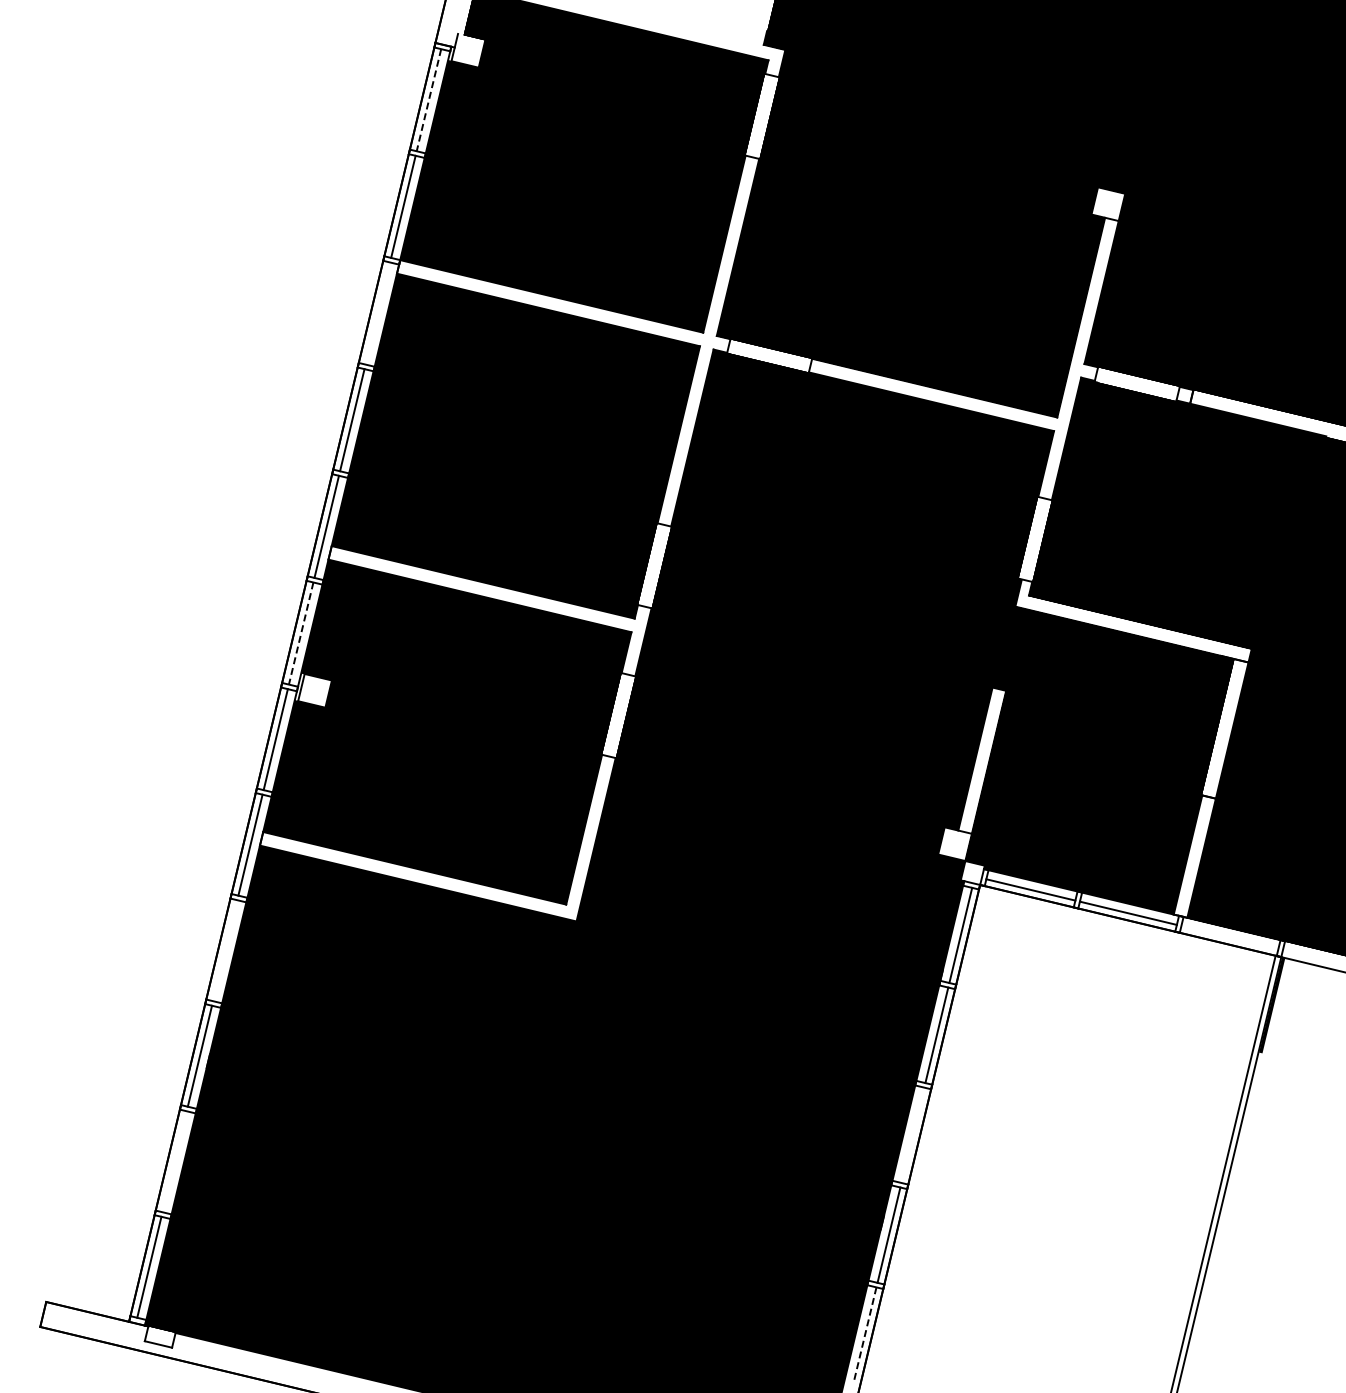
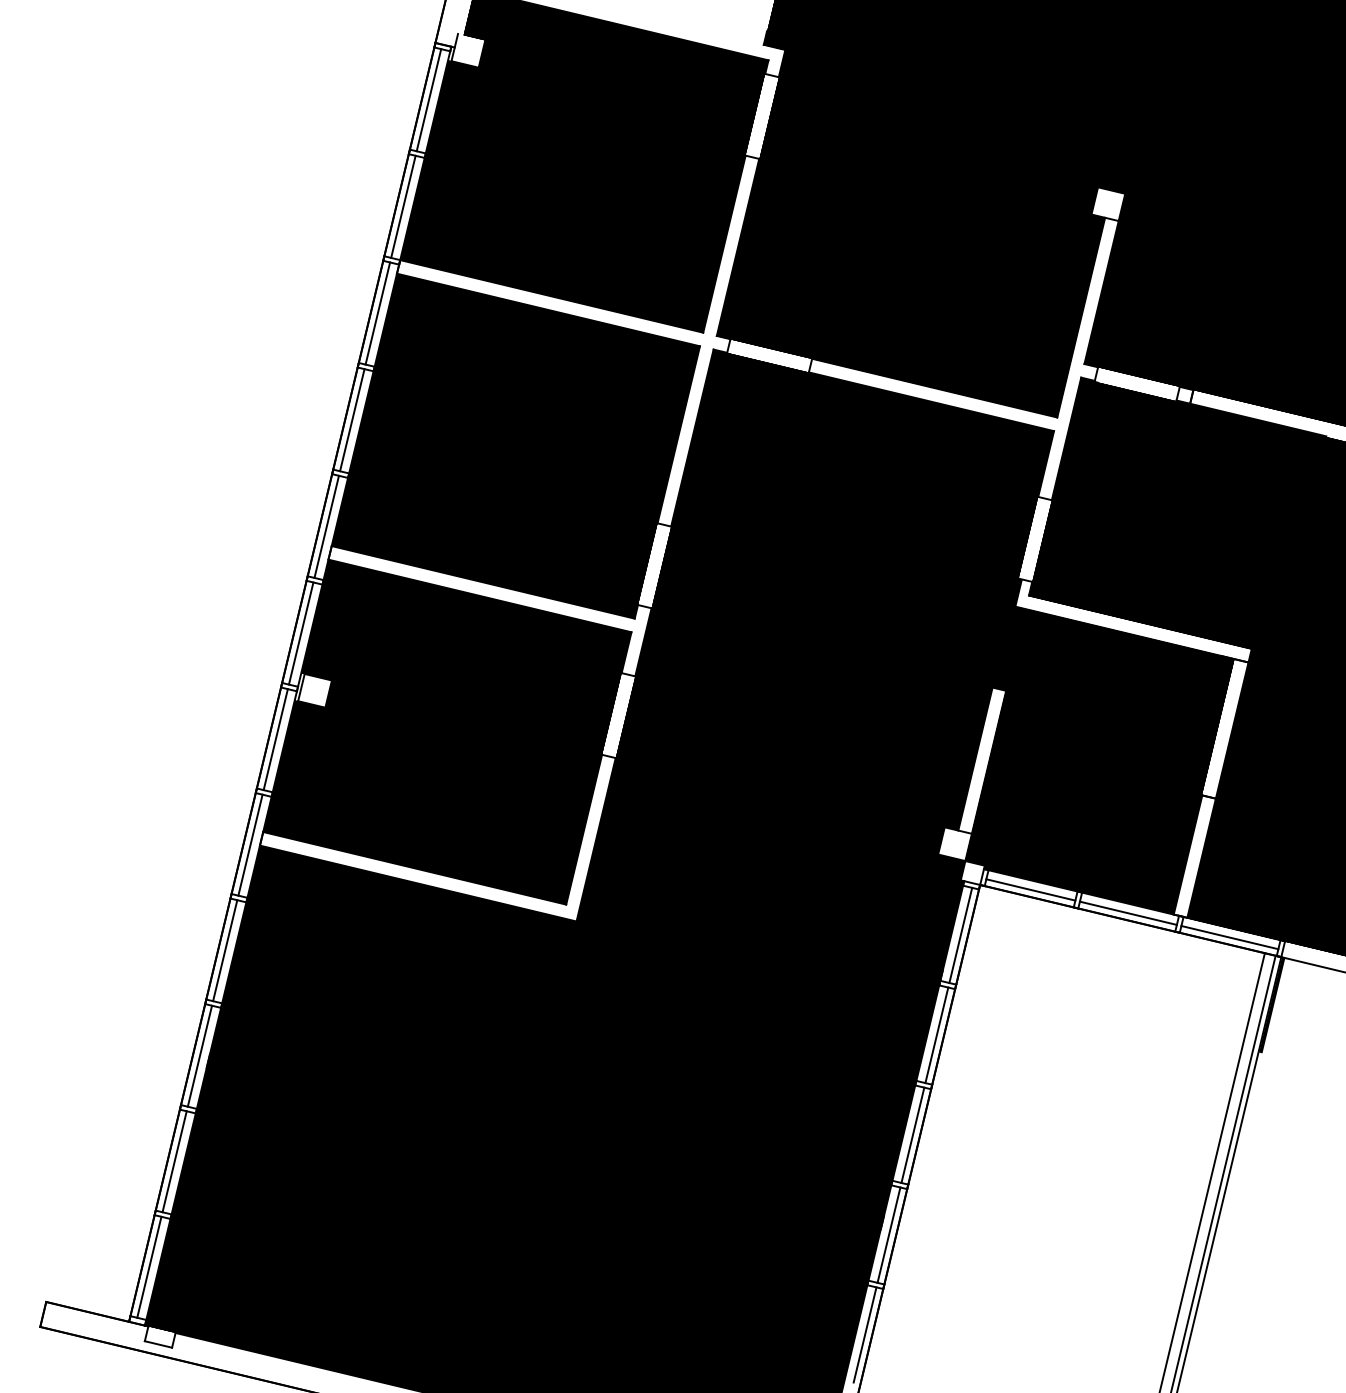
line at (428, 100): dashed -> solid
line at (377, 313): none -> present
line at (301, 633): dashed -> solid
line at (1229, 937): none -> present
line at (225, 950): none -> present
line at (912, 1134): none -> present
line at (174, 1161): none -> present
line at (1212, 1171): none -> present
line at (865, 1334): dashed -> solid
